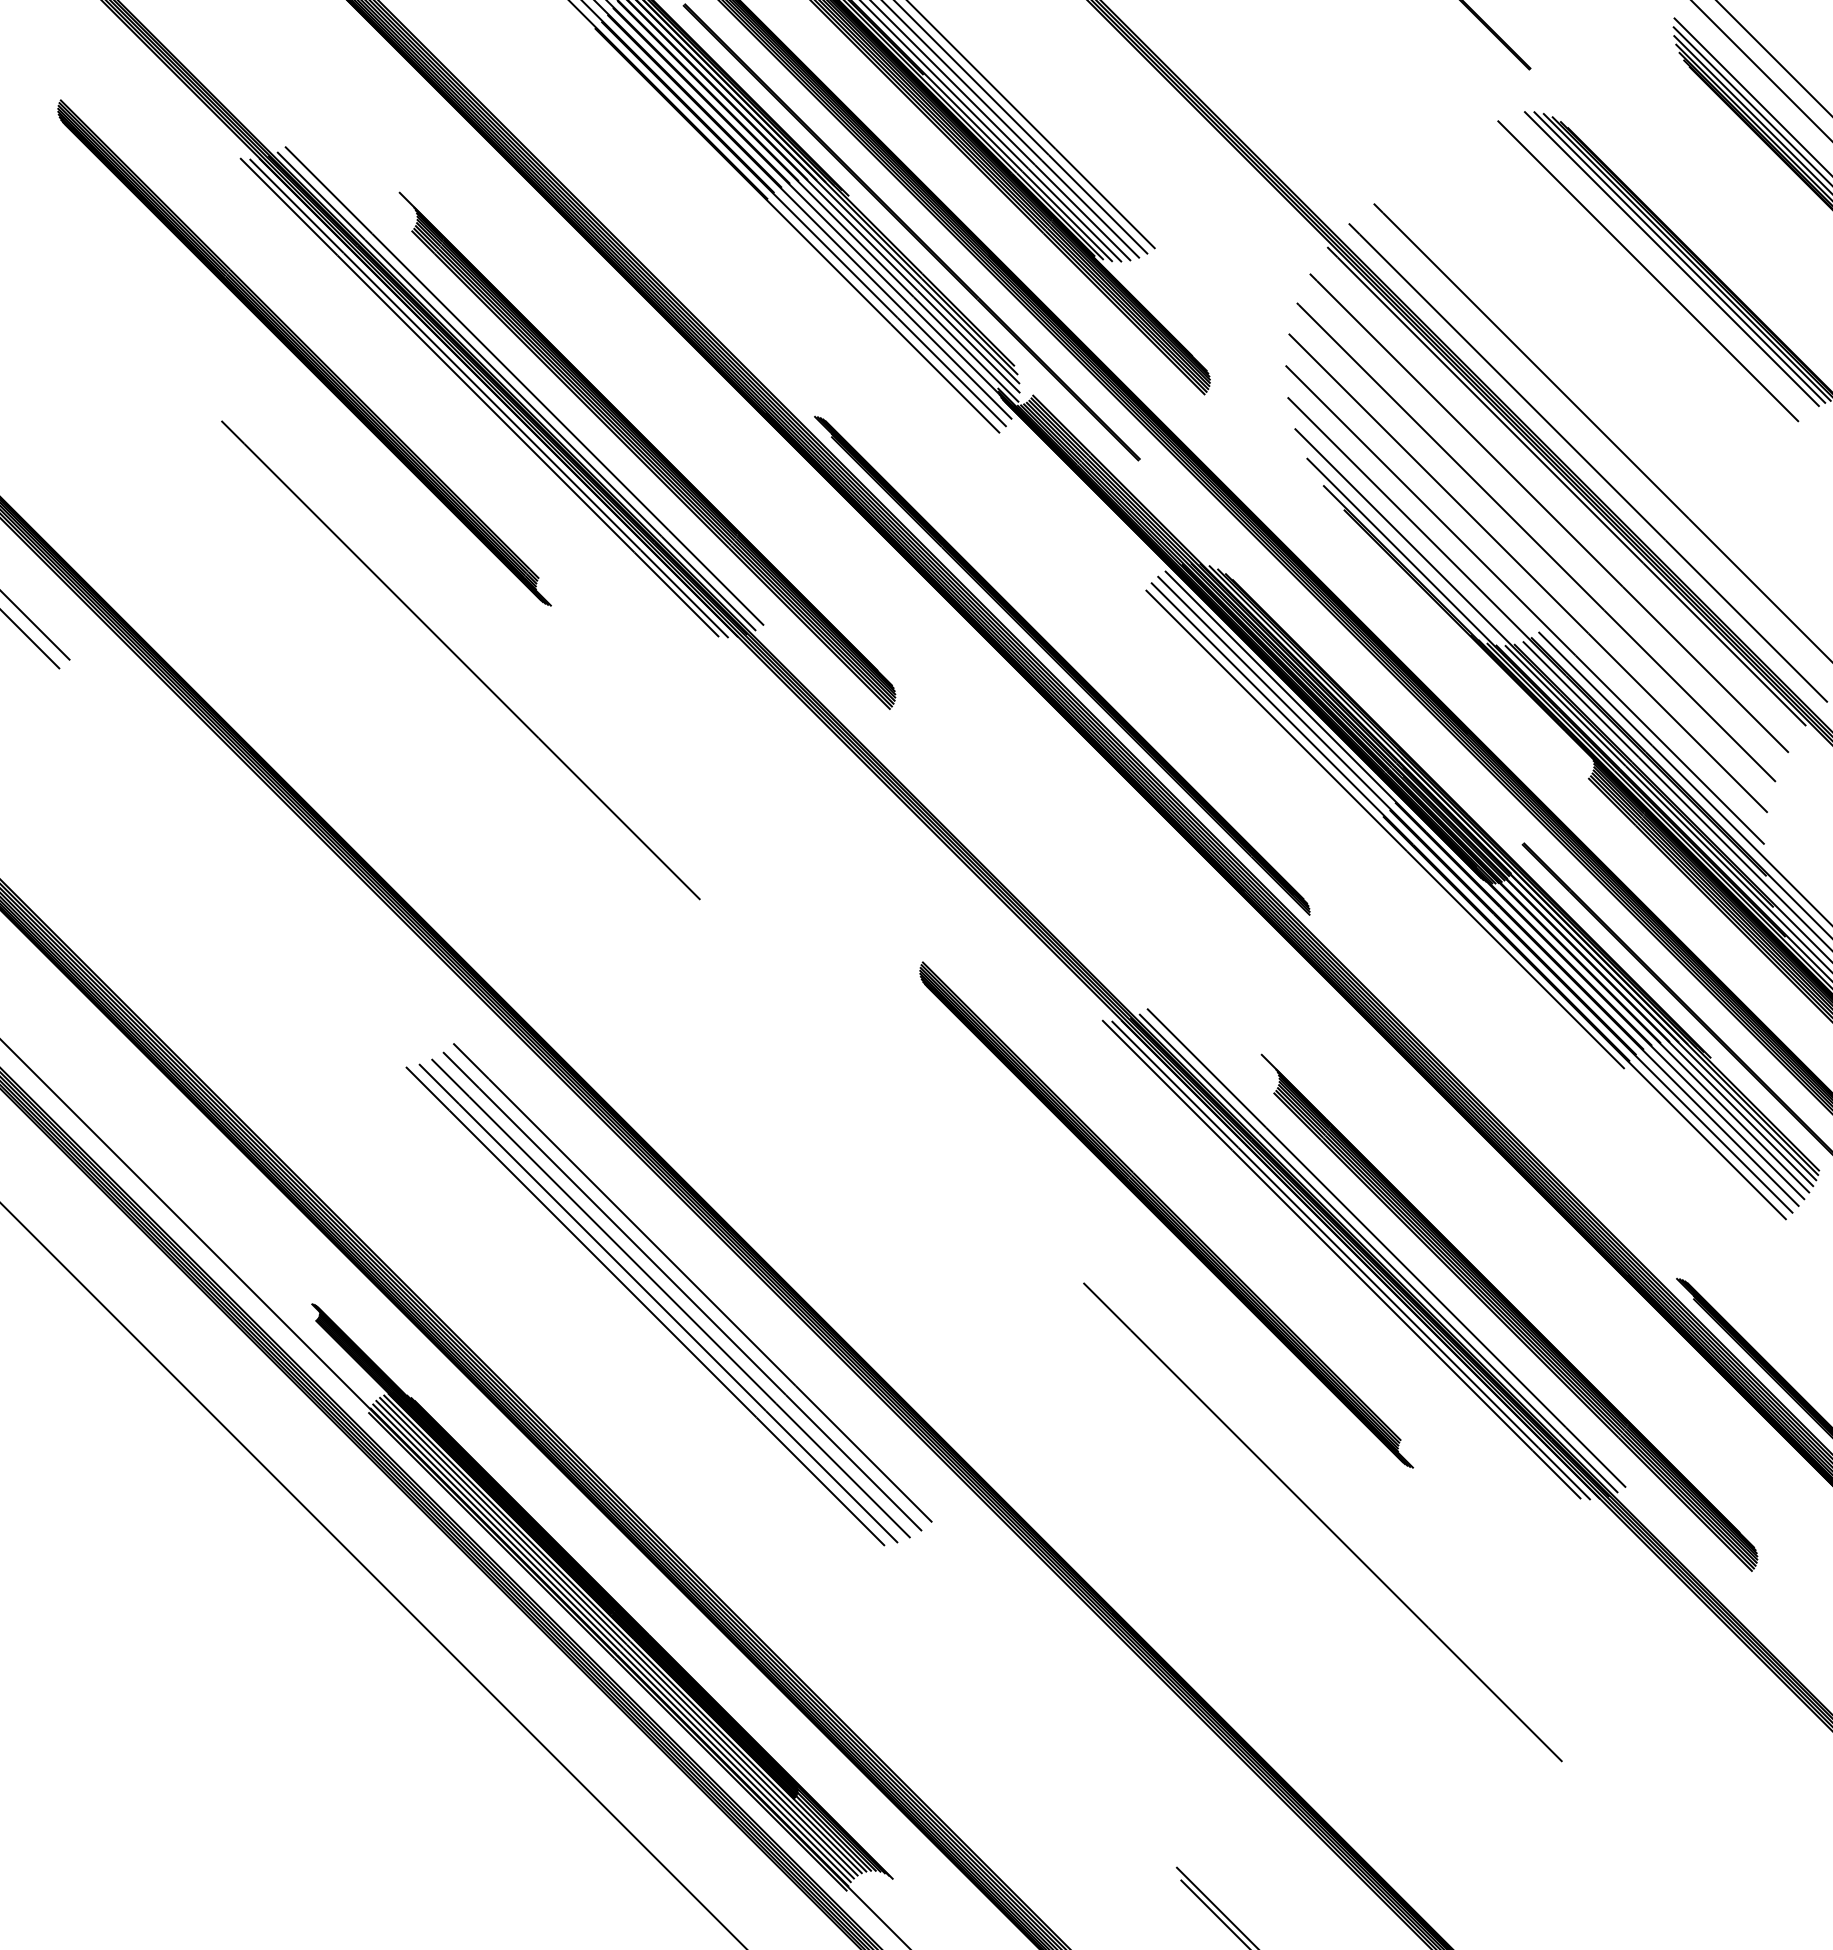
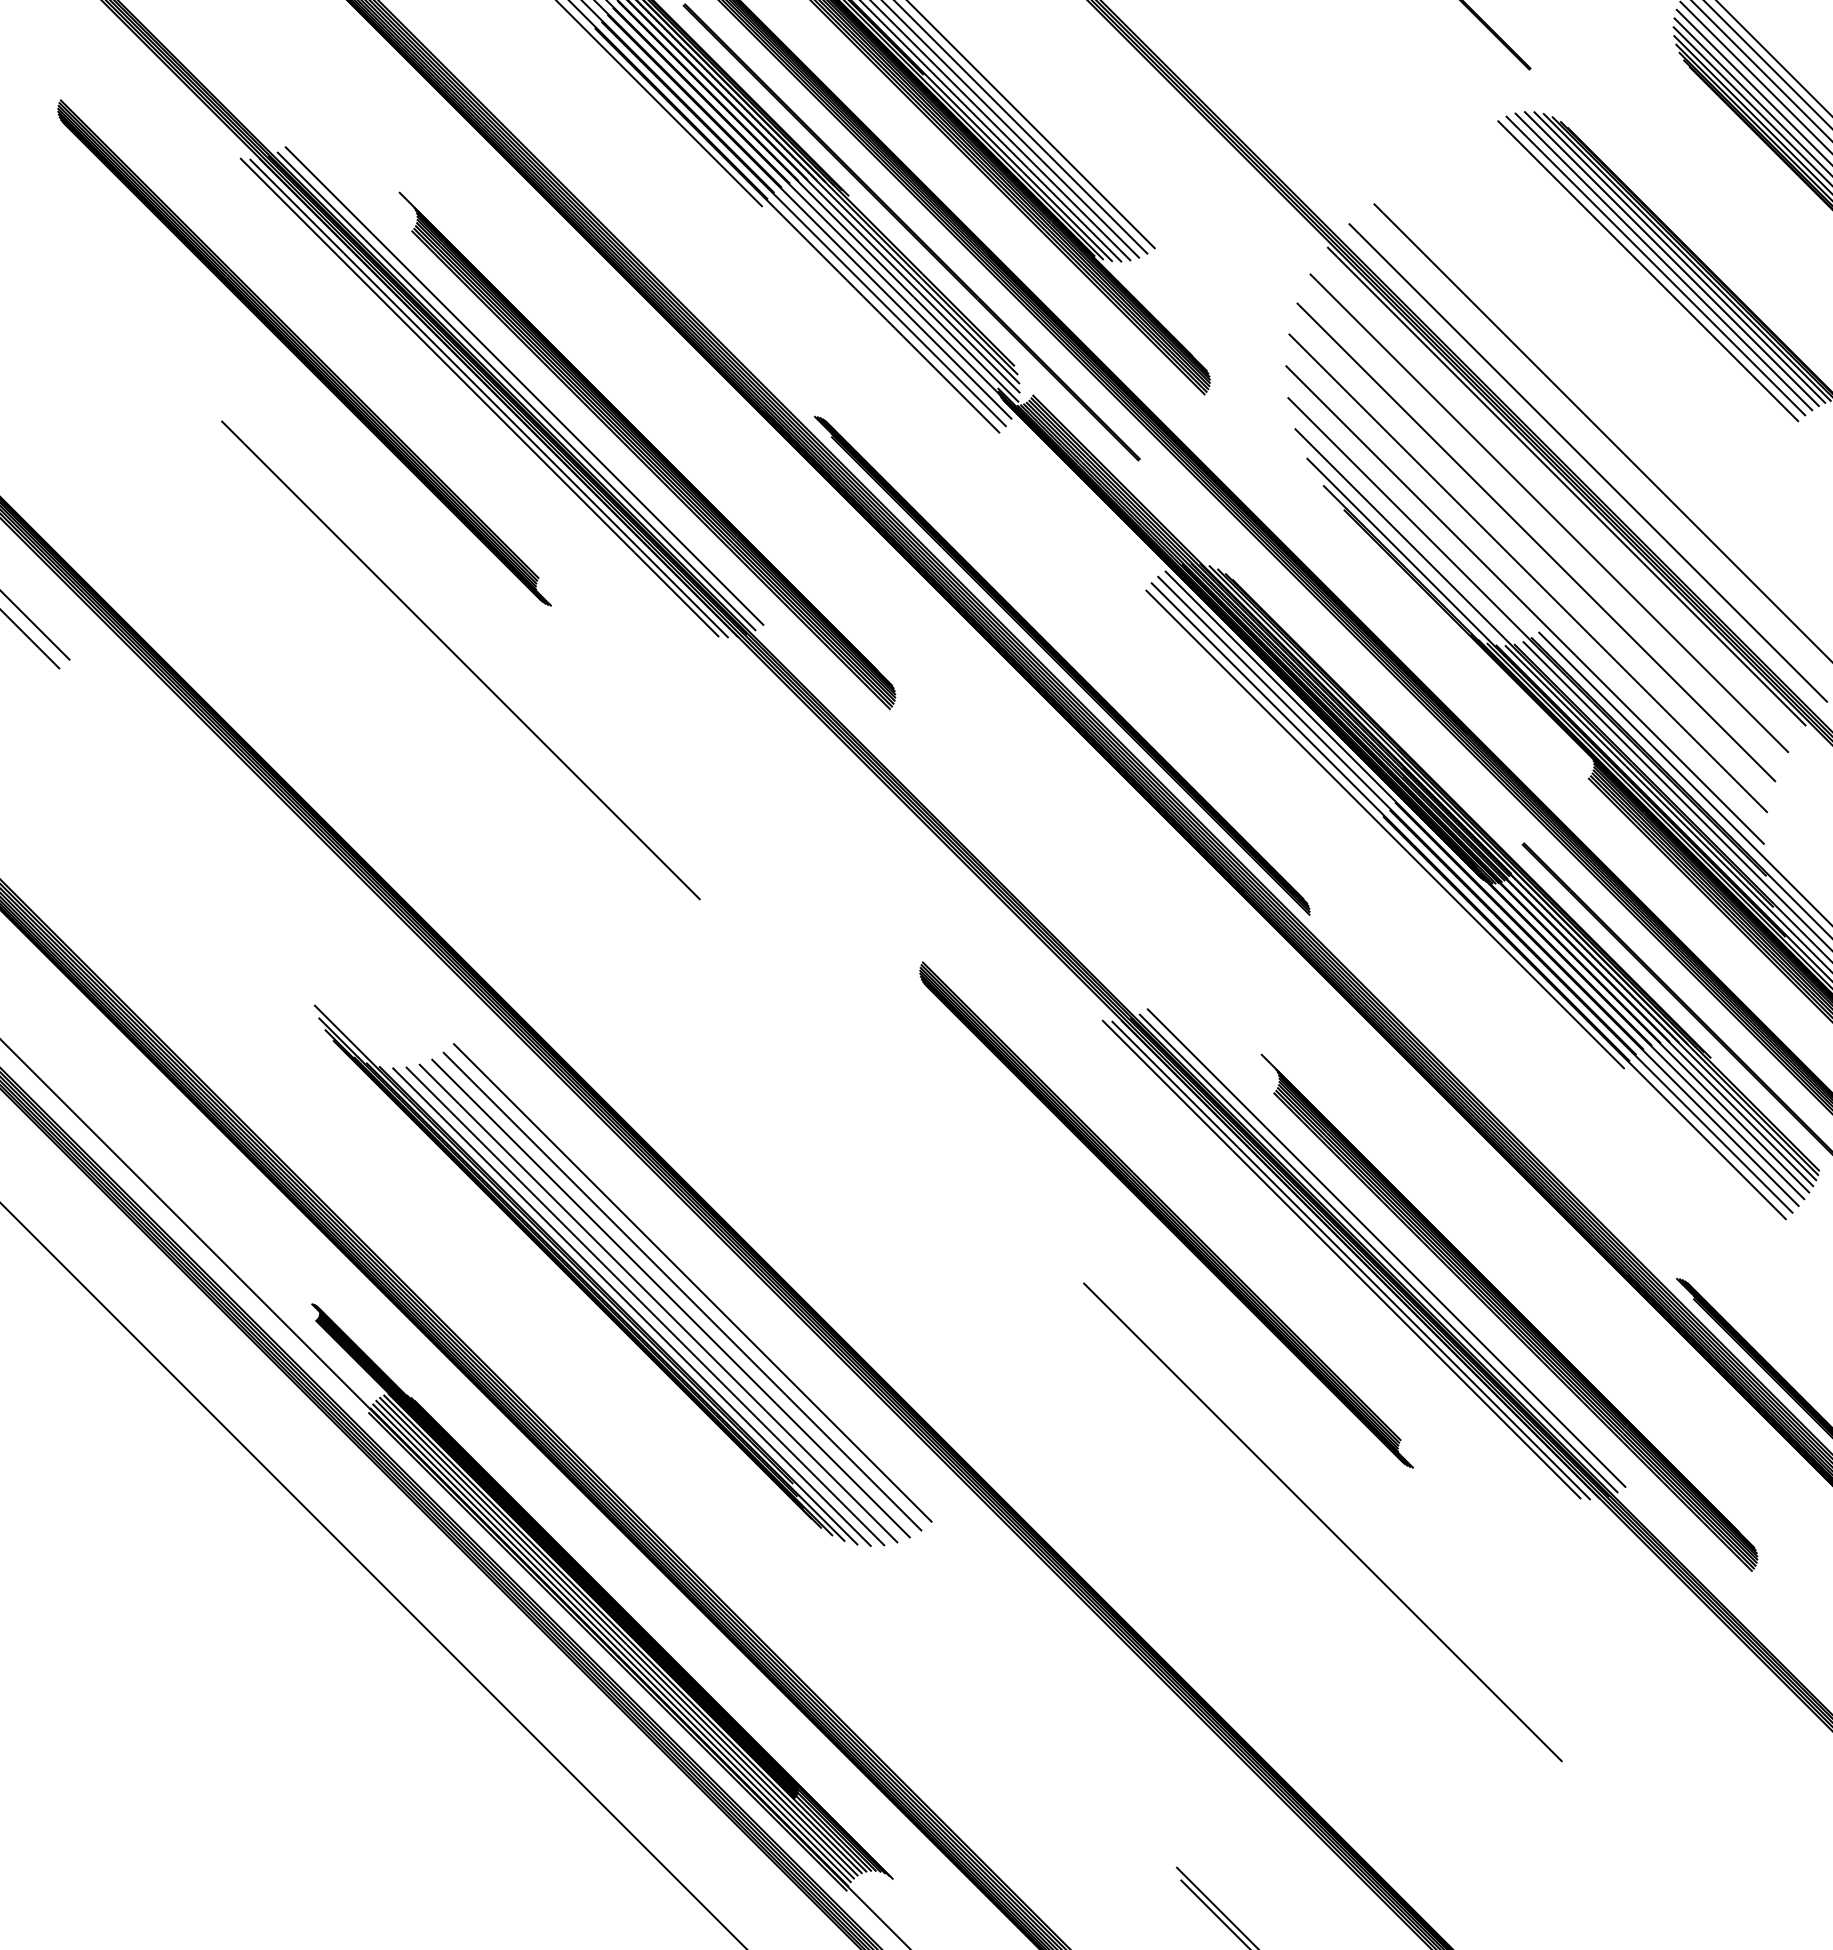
line at (1767, 64): none -> present
line at (1755, 76): none -> present
line at (1752, 85): none -> present
line at (660, 104): none -> present
line at (1663, 261): none -> present
line at (1655, 265): none -> present
part at (592, 1275): none -> present
